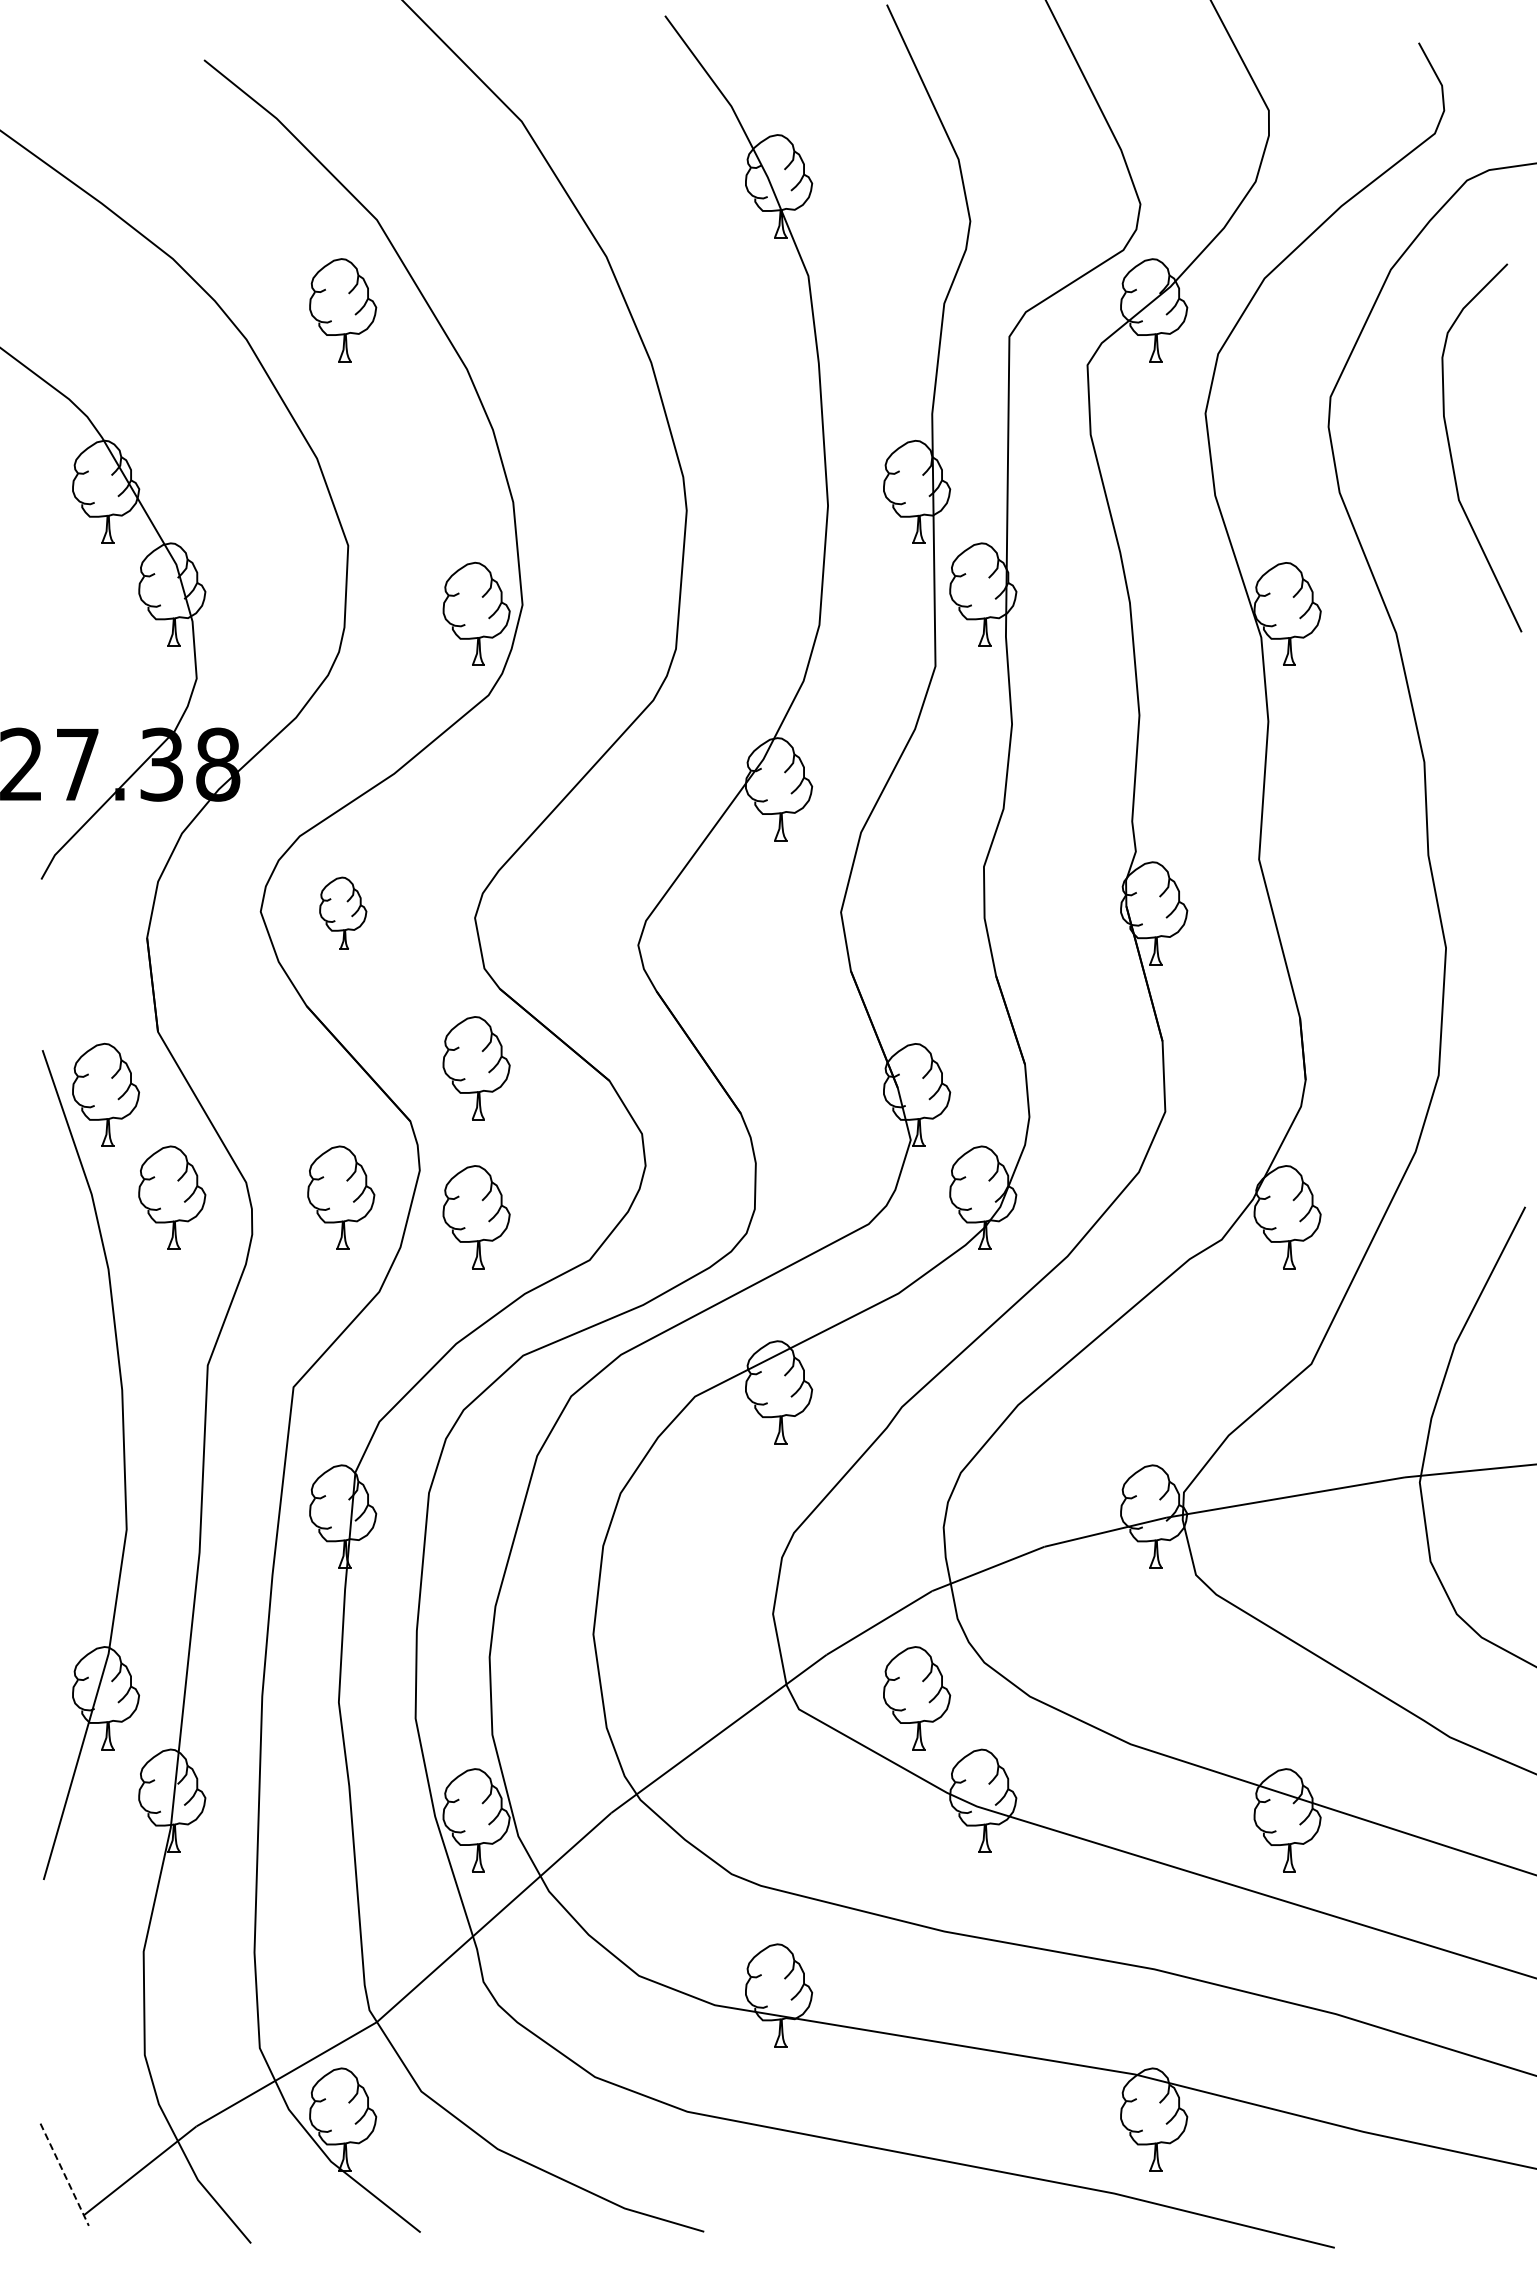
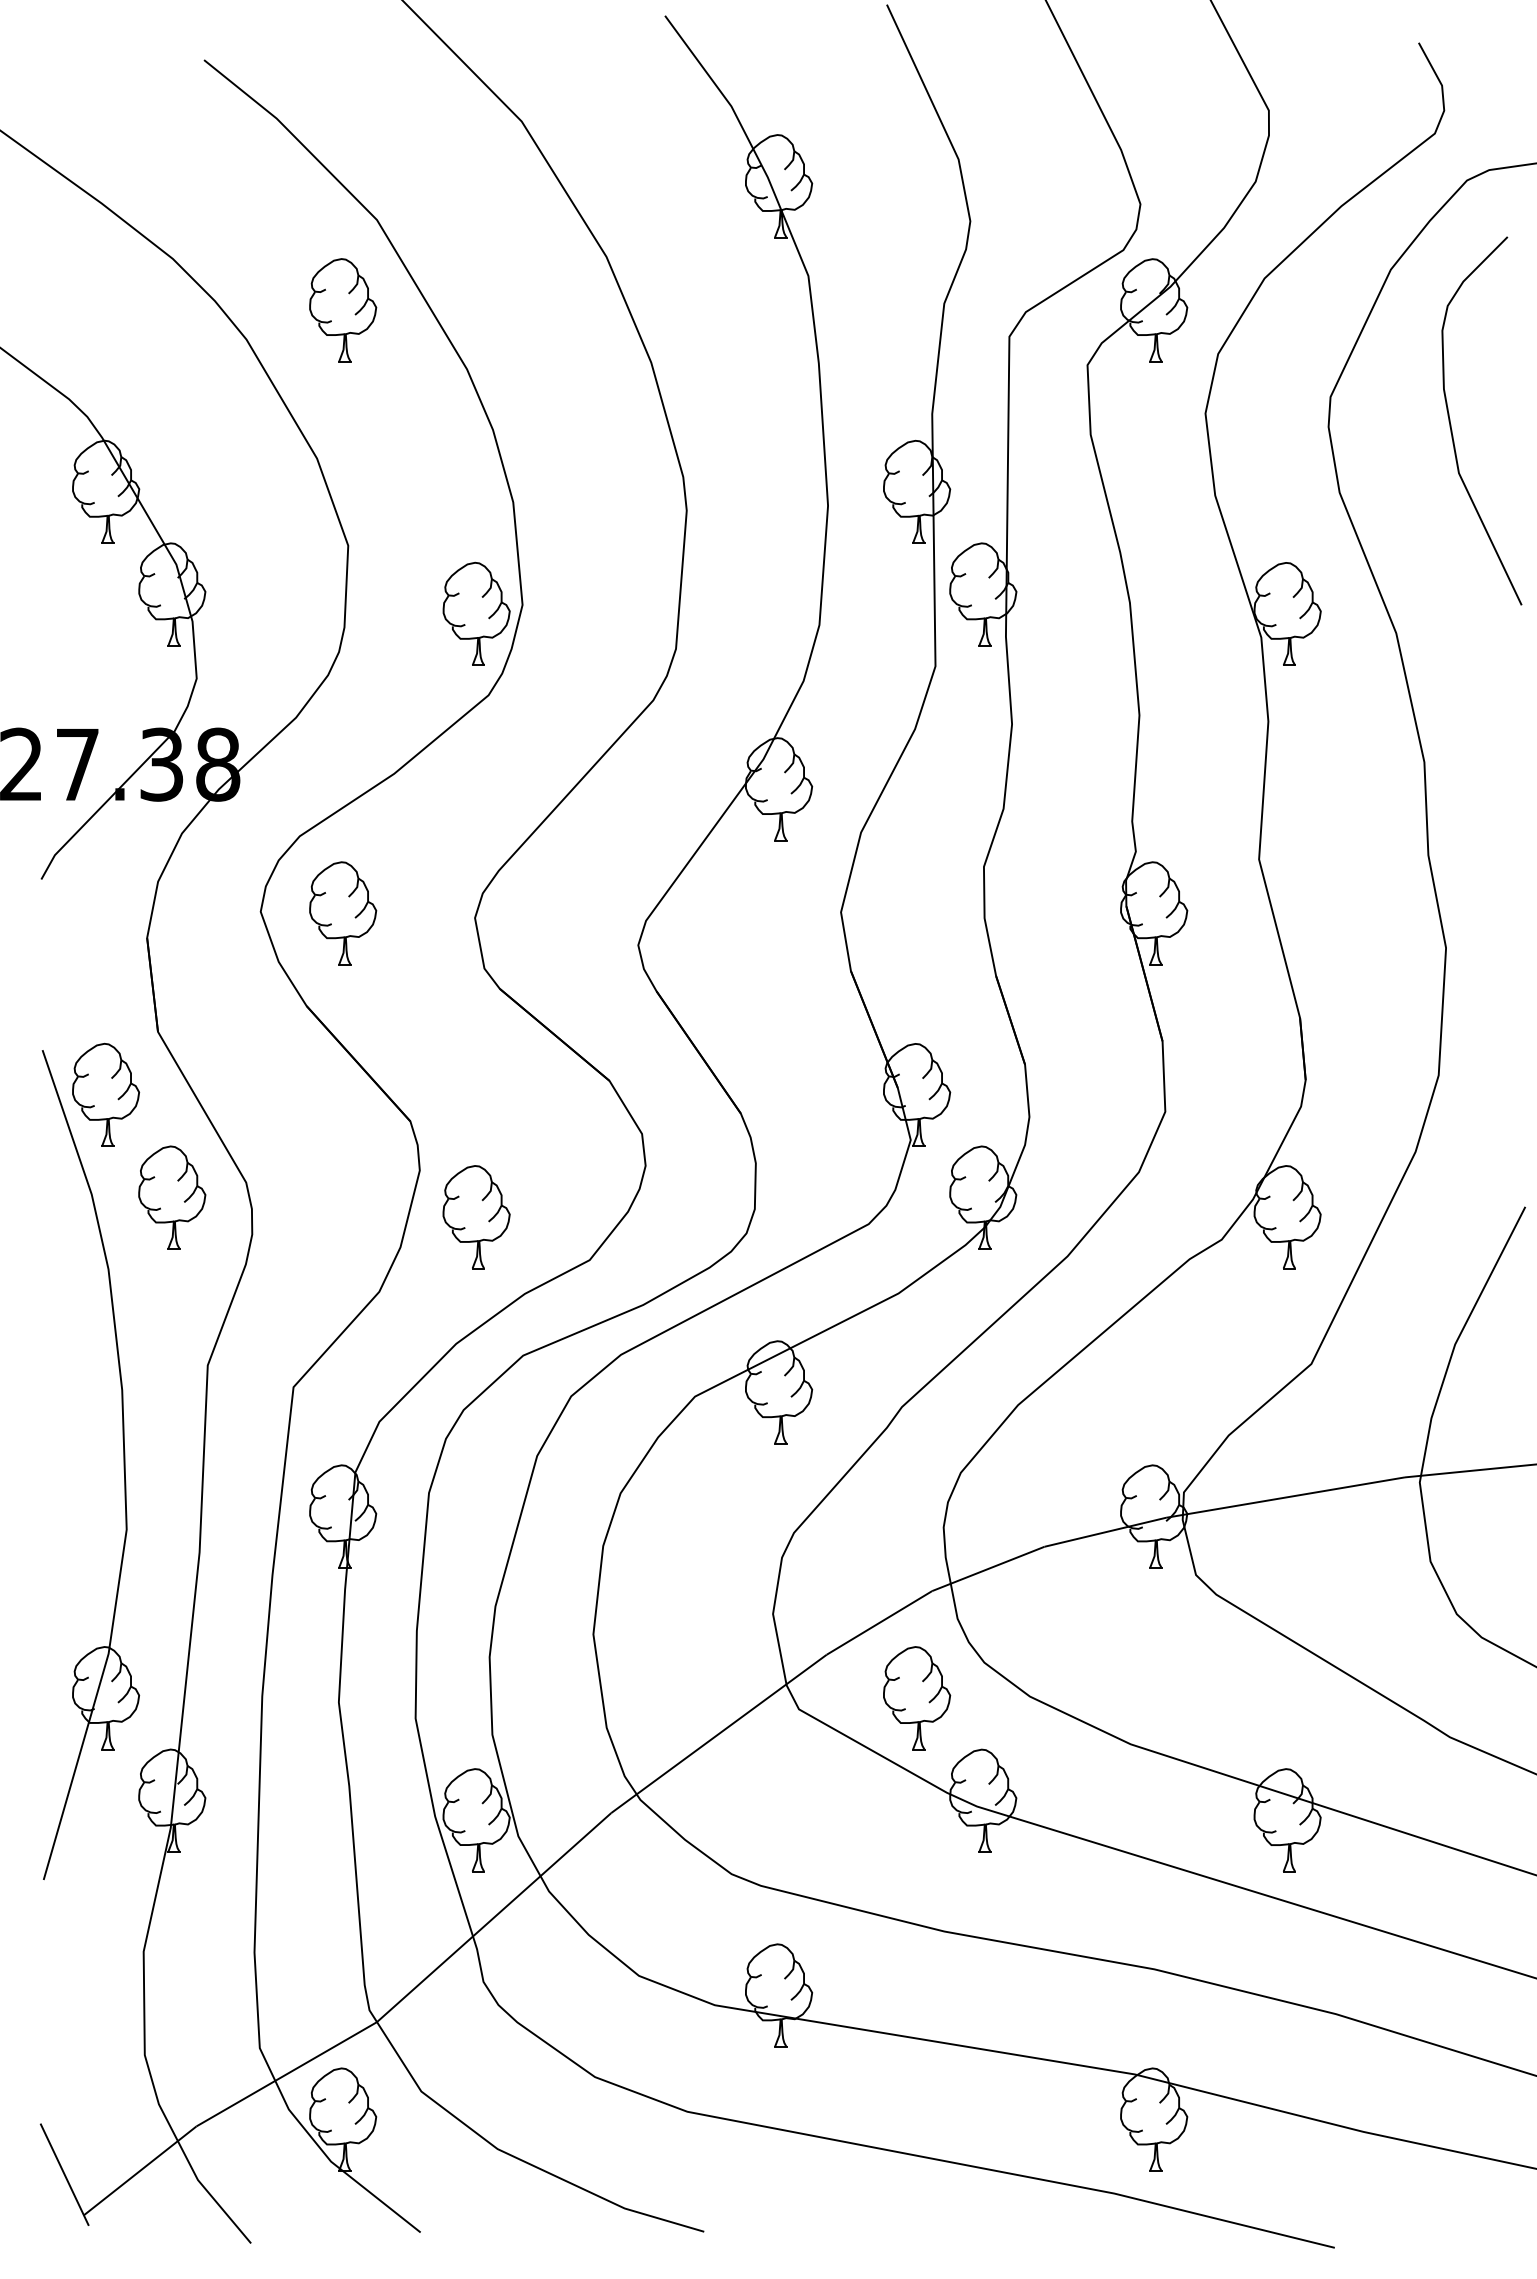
curve at (1451, 451) position: (1451, 451) -> (1451, 424)
part at (343, 912) size: 49x74 px -> 69x105 px
part at (476, 1068): present -> none
part at (341, 1197): present -> none
line at (64, 2174): dashed -> solid
